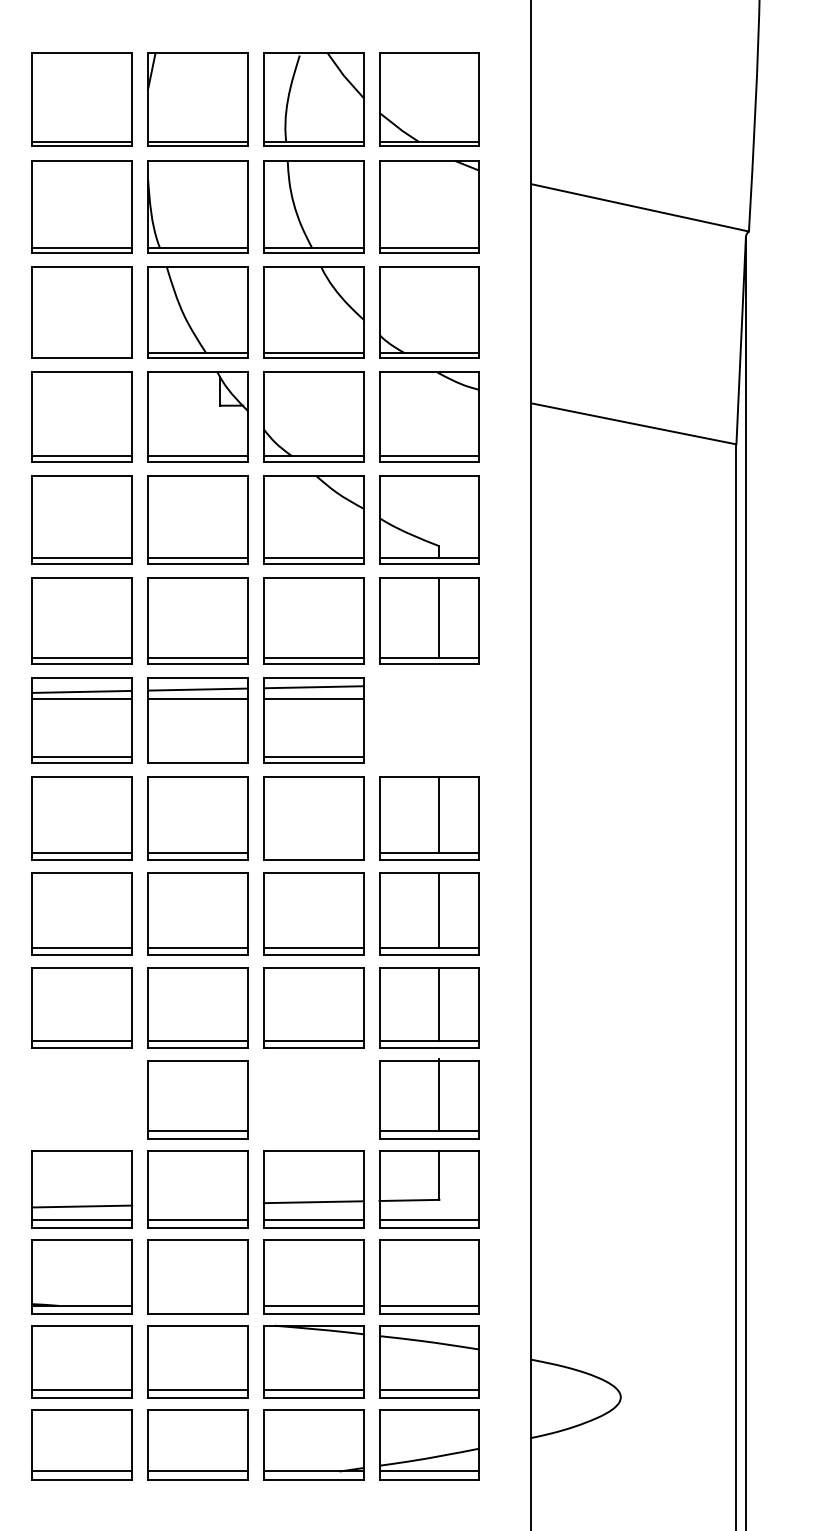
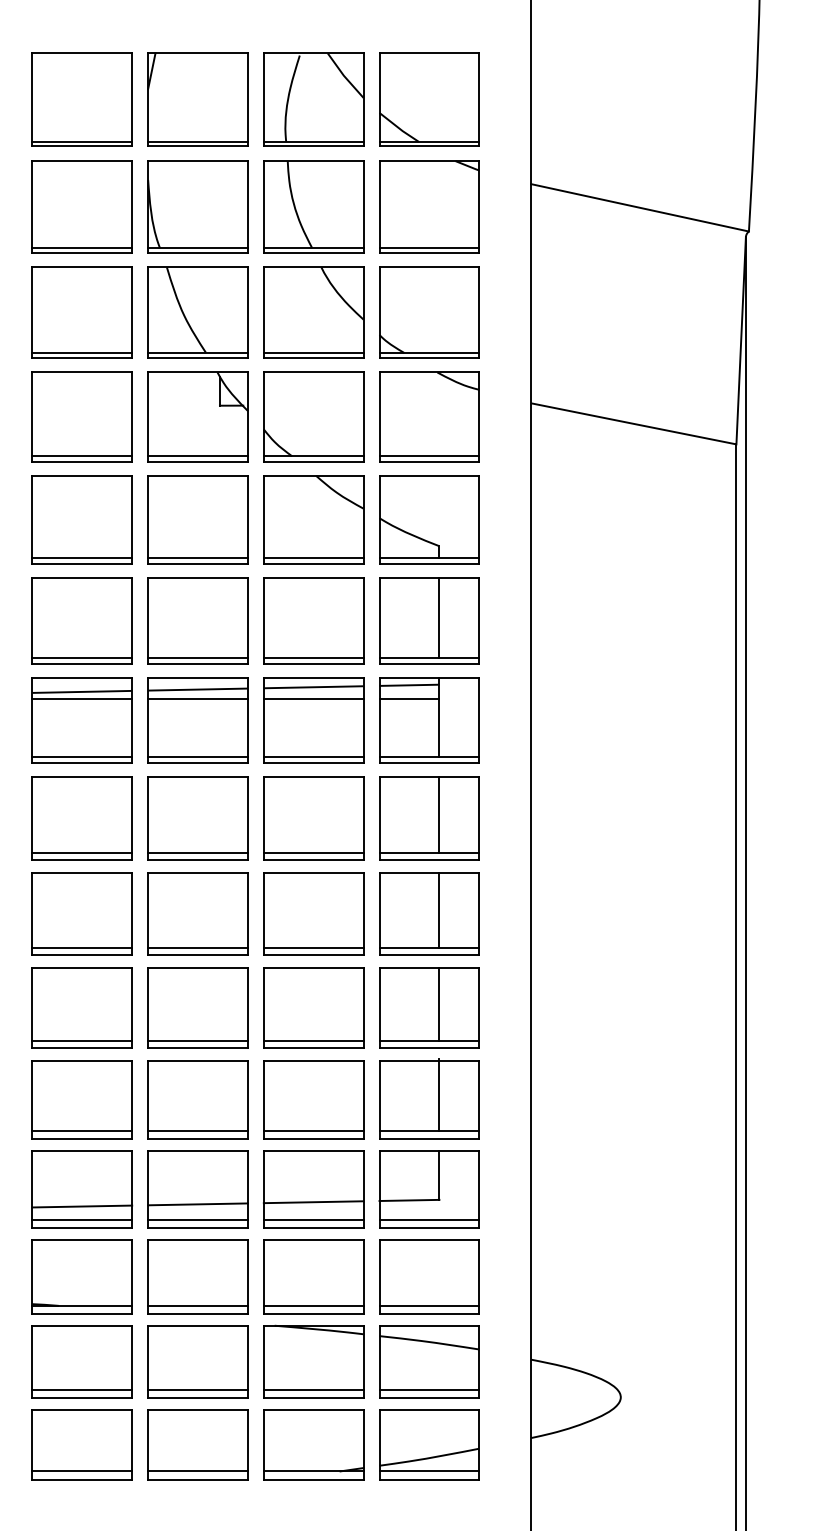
line at (82, 352): none -> present
part at (429, 720): none -> present
line at (197, 756): none -> present
line at (313, 853): none -> present
part at (81, 1099): none -> present
part at (313, 1099): none -> present
line at (197, 1204): none -> present
line at (197, 1305): none -> present
